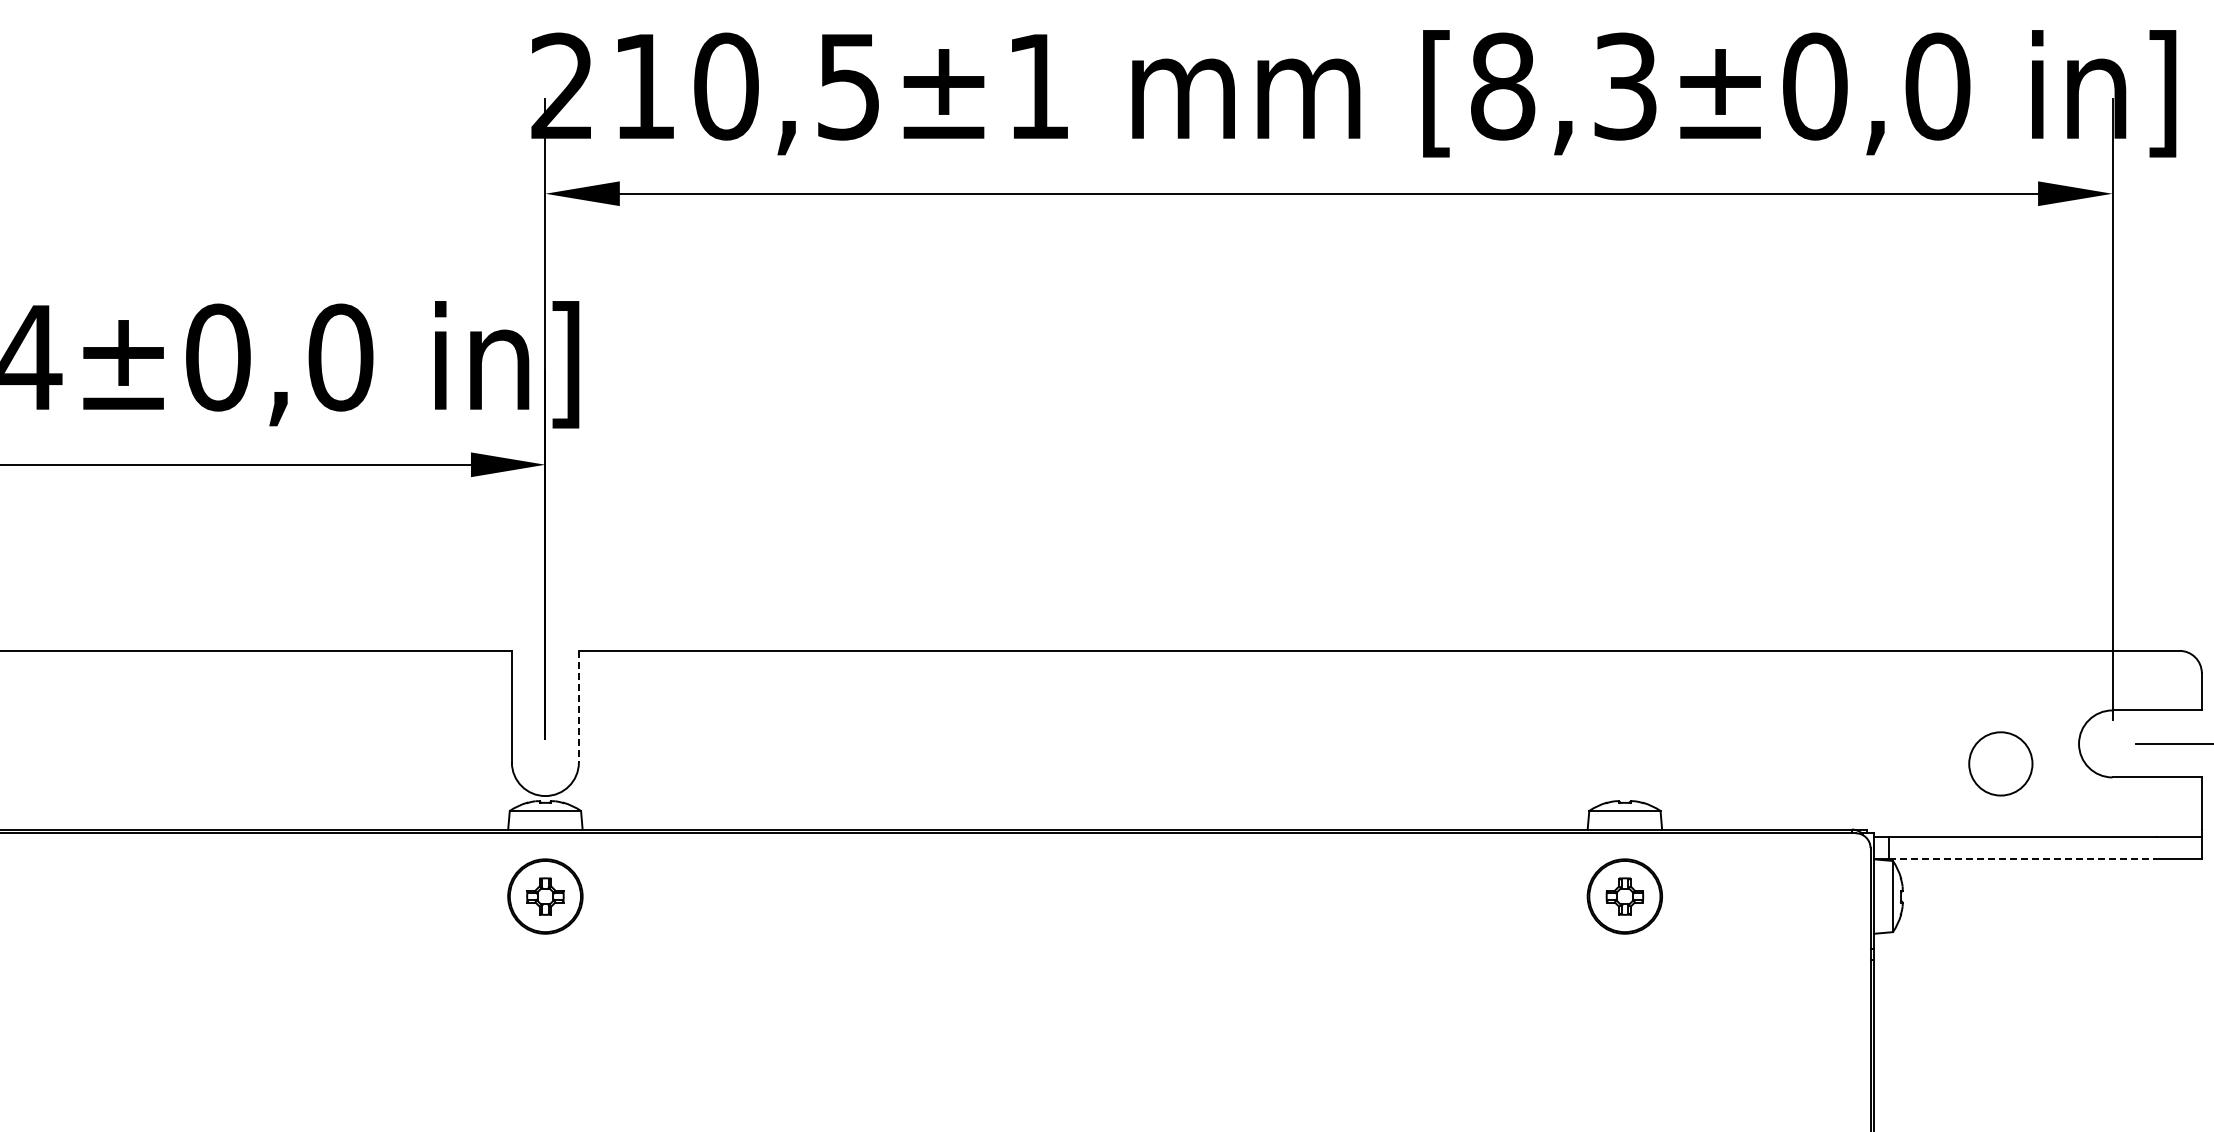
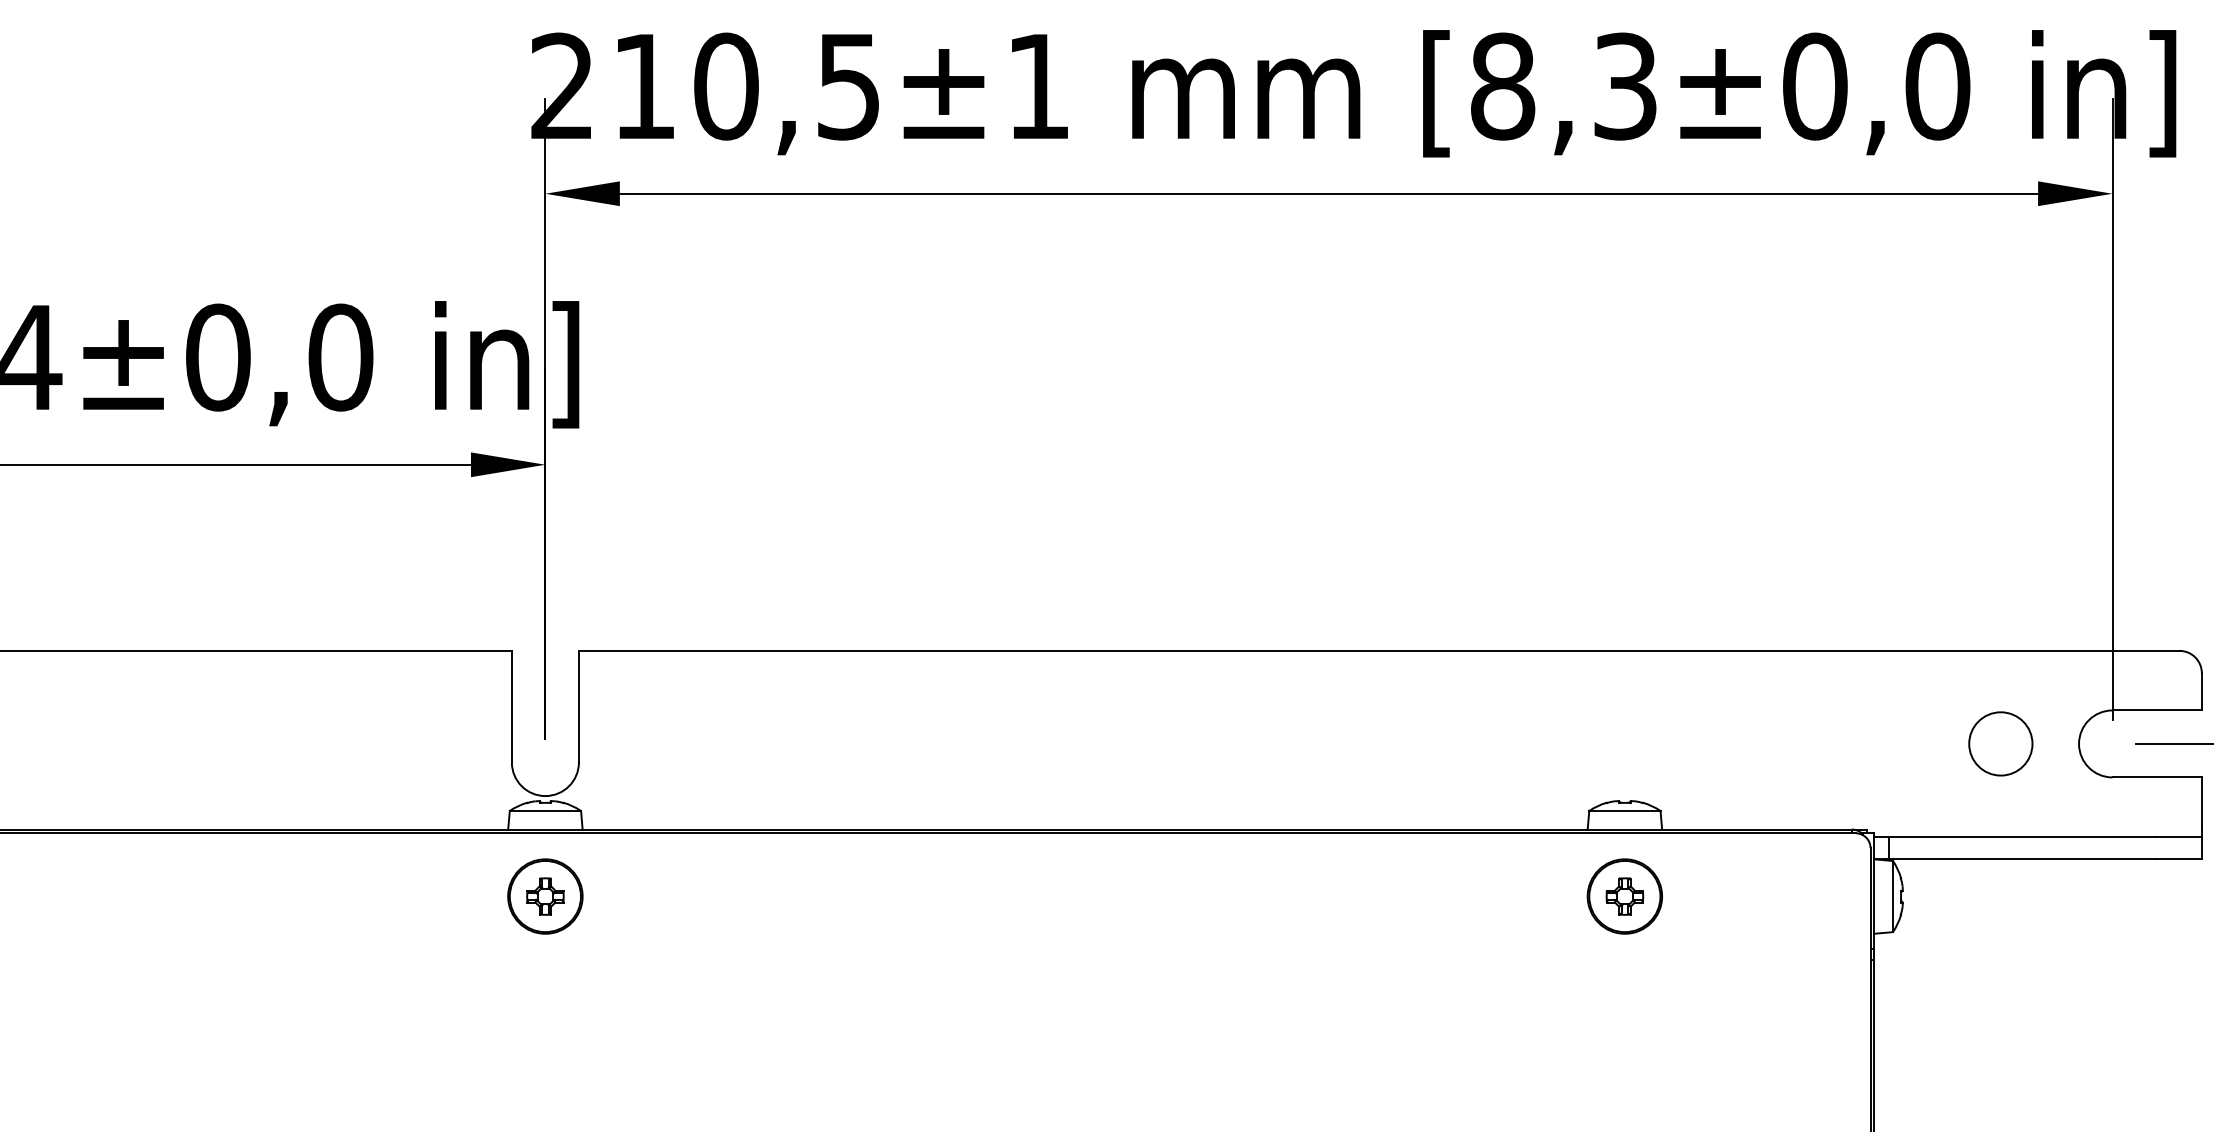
line at (578, 706): dashed -> solid
circle at (2000, 763) position: (2000, 763) -> (2000, 743)
line at (2023, 859): dashed -> solid
